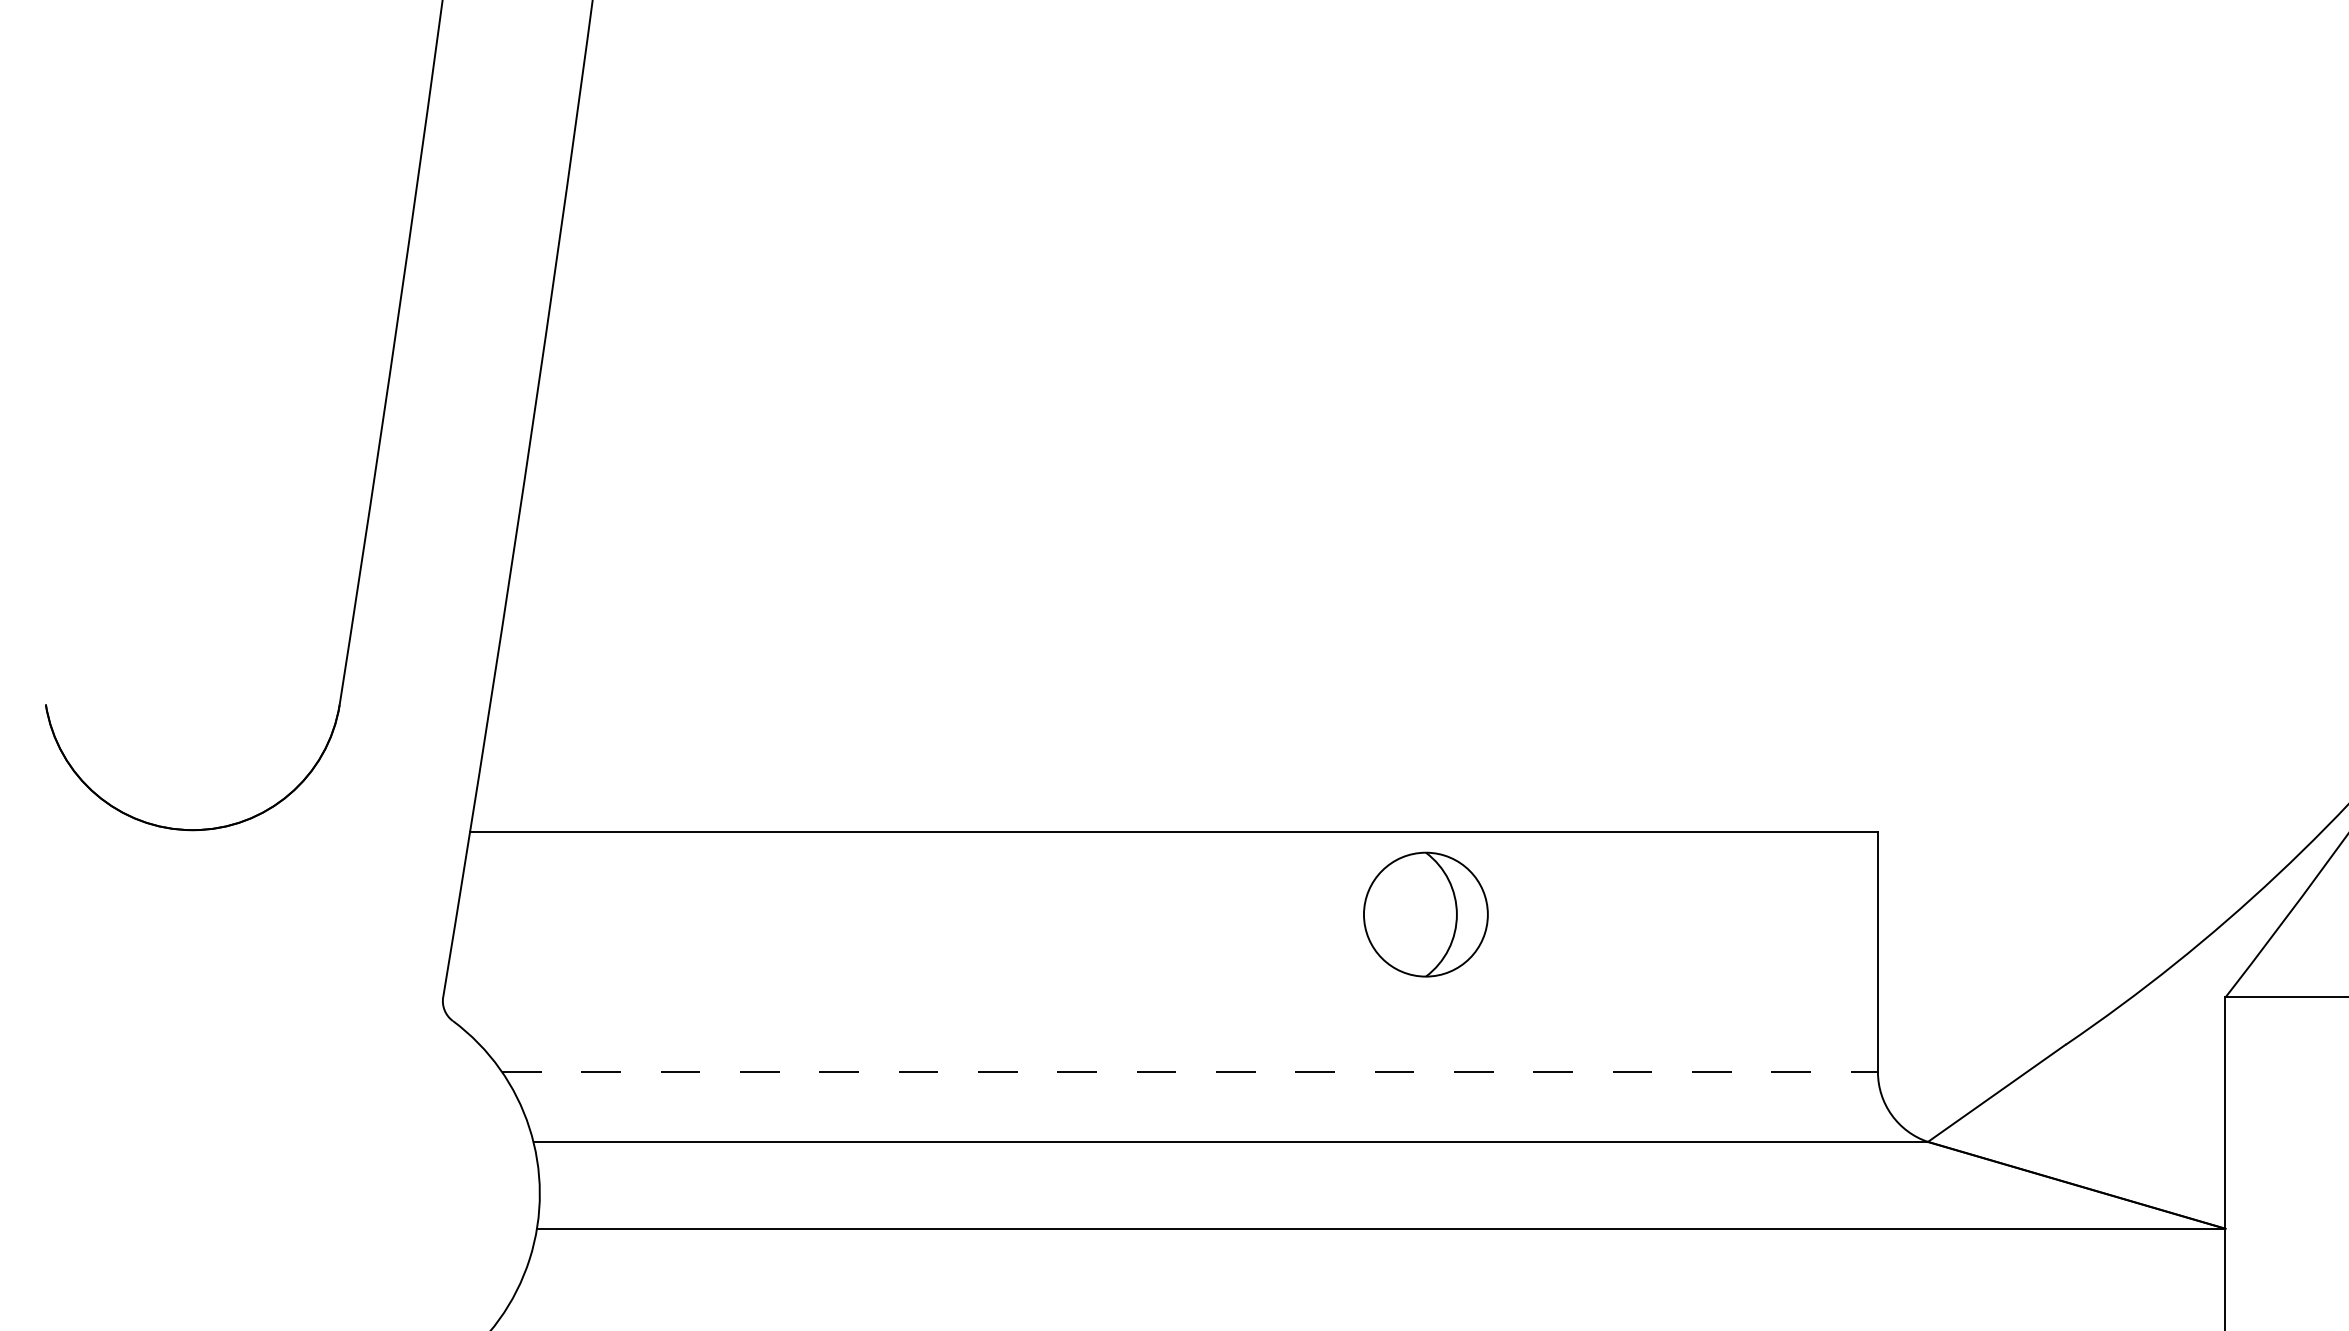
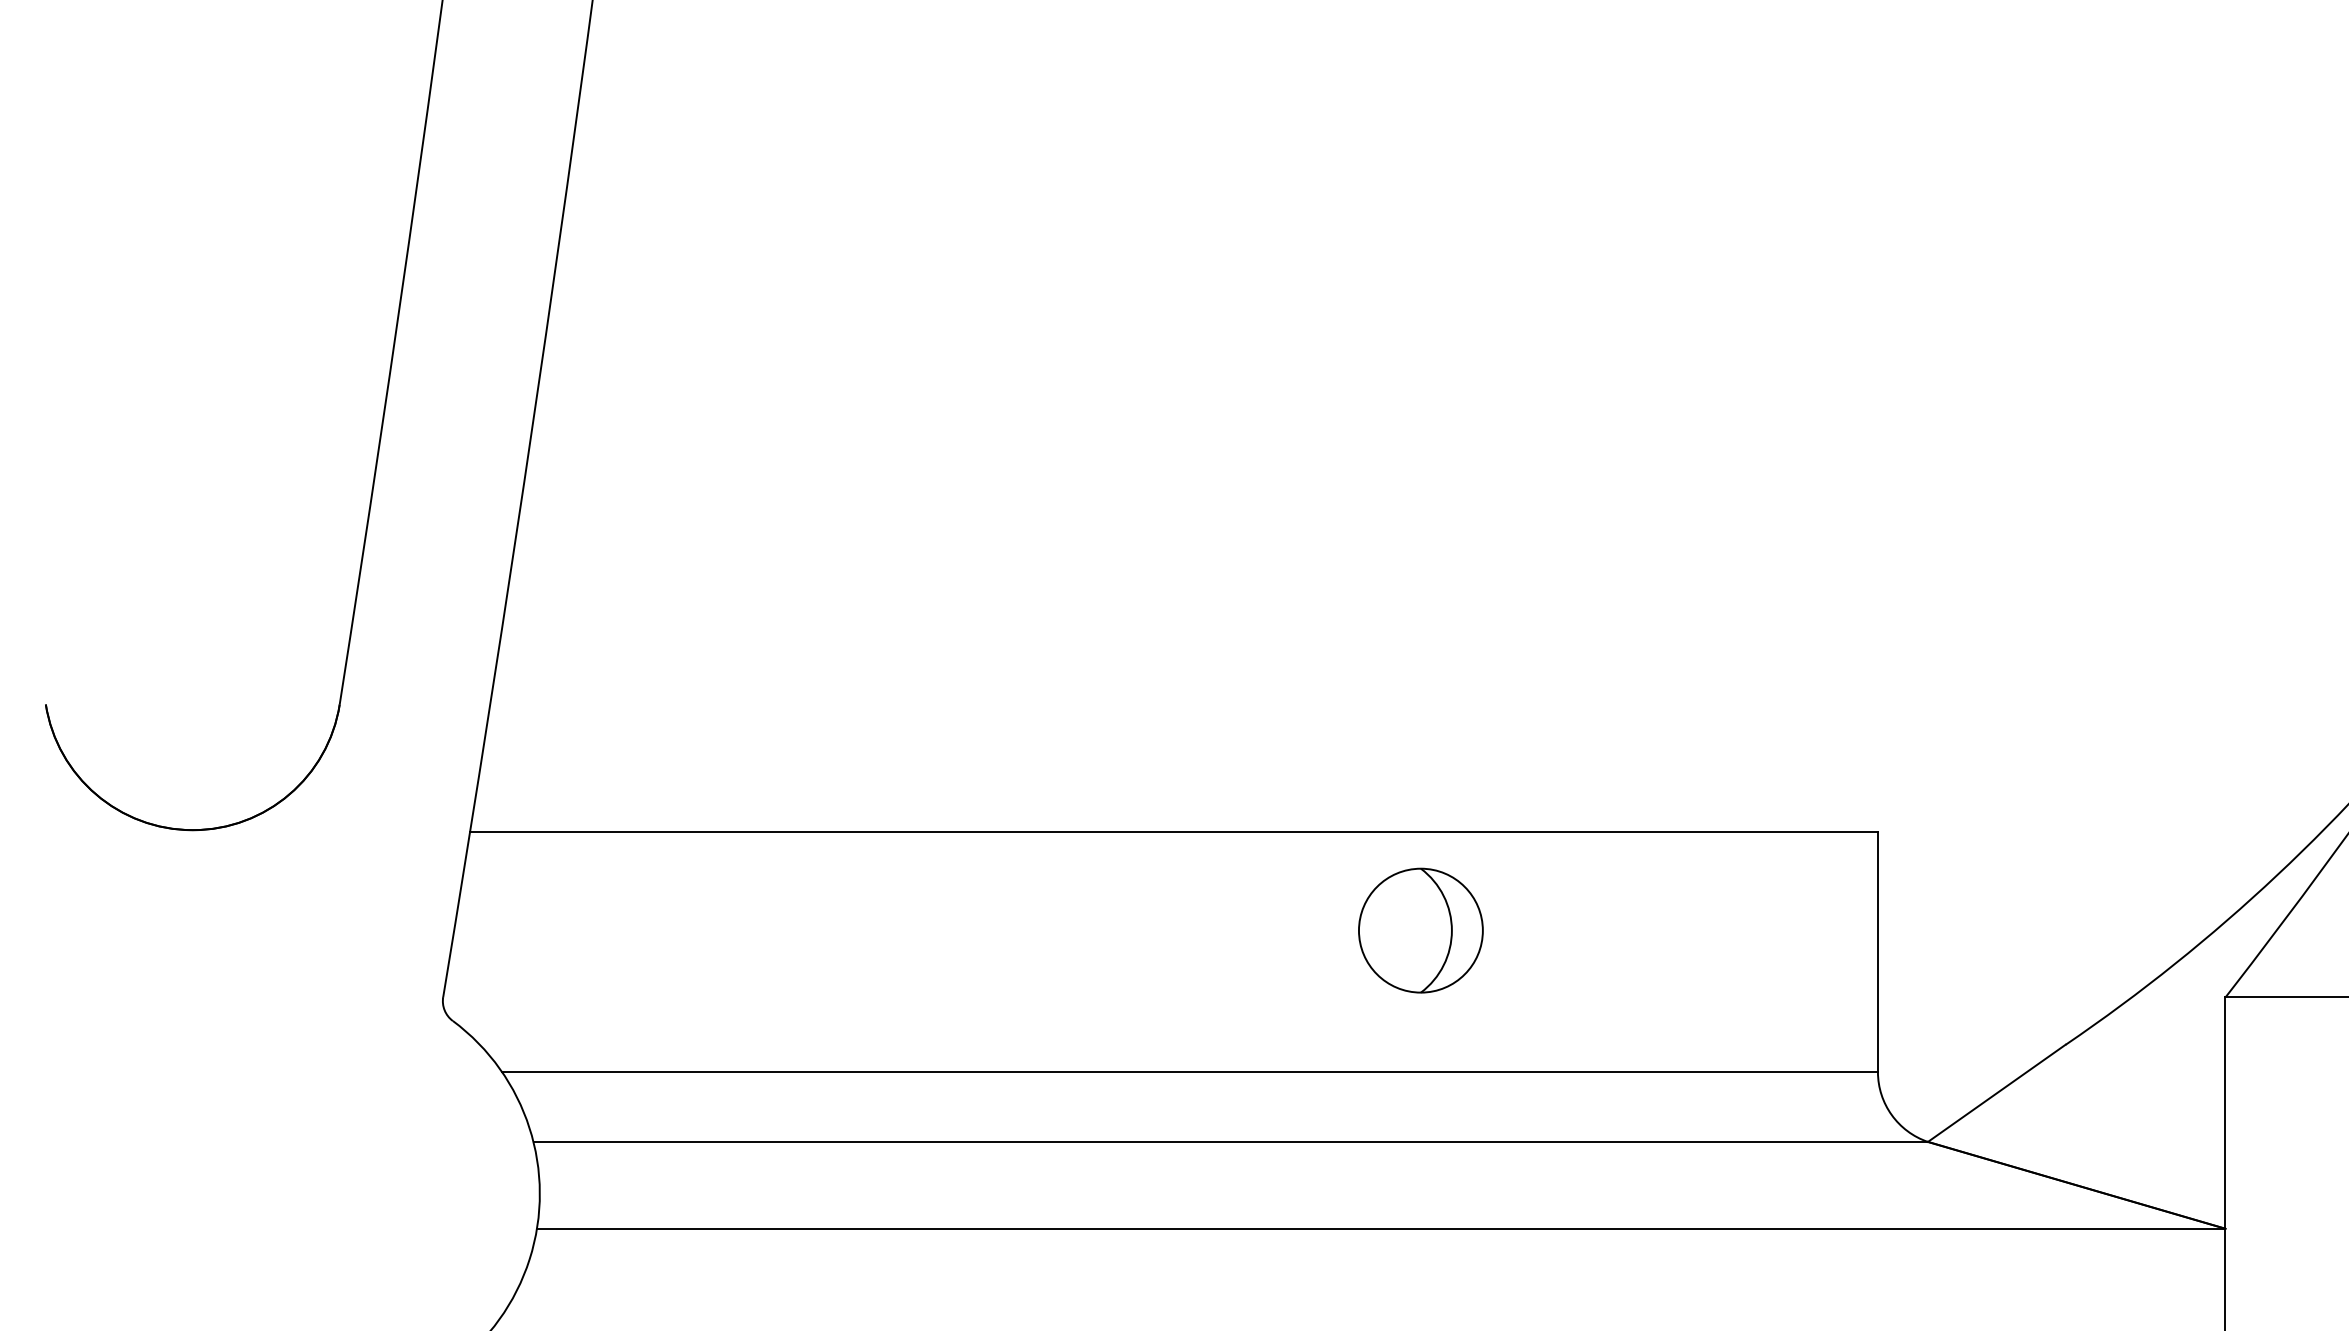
part at (1425, 914) position: (1425, 914) -> (1420, 930)
line at (1190, 1072): dashed -> solid
